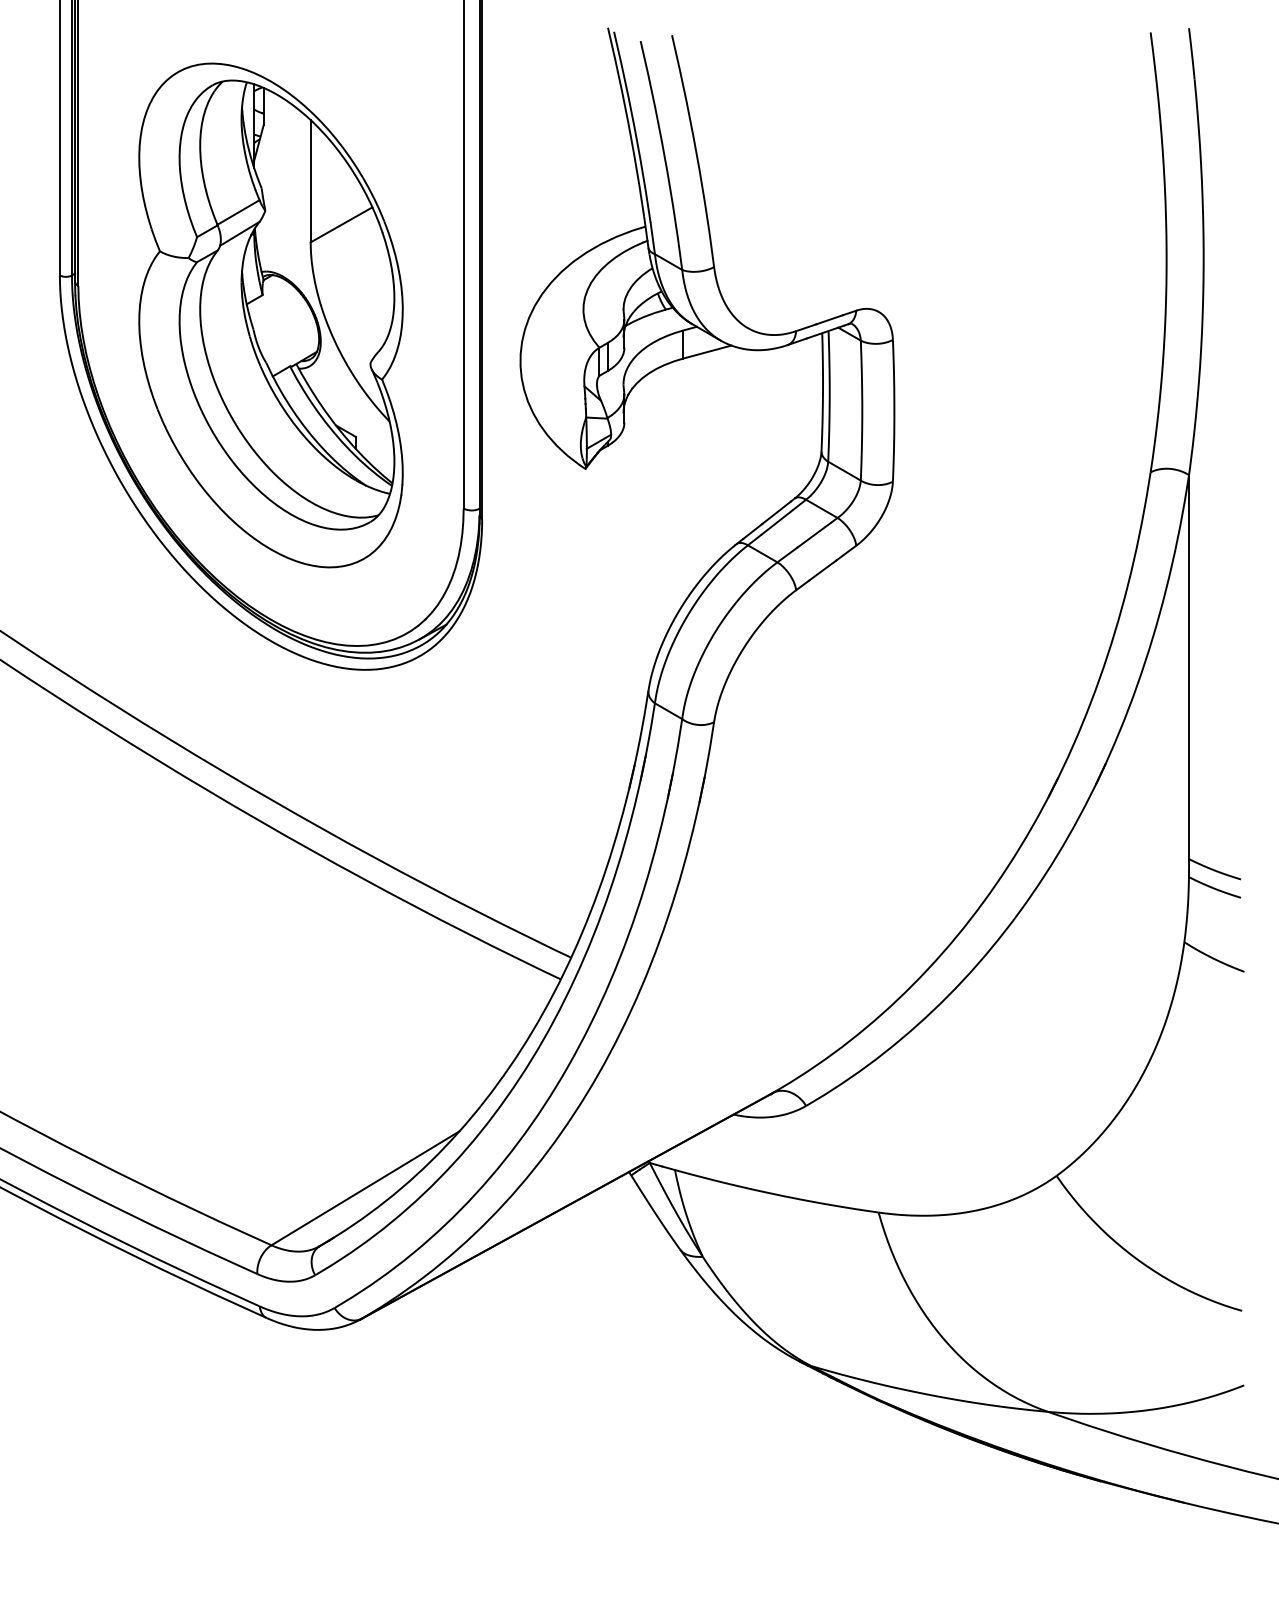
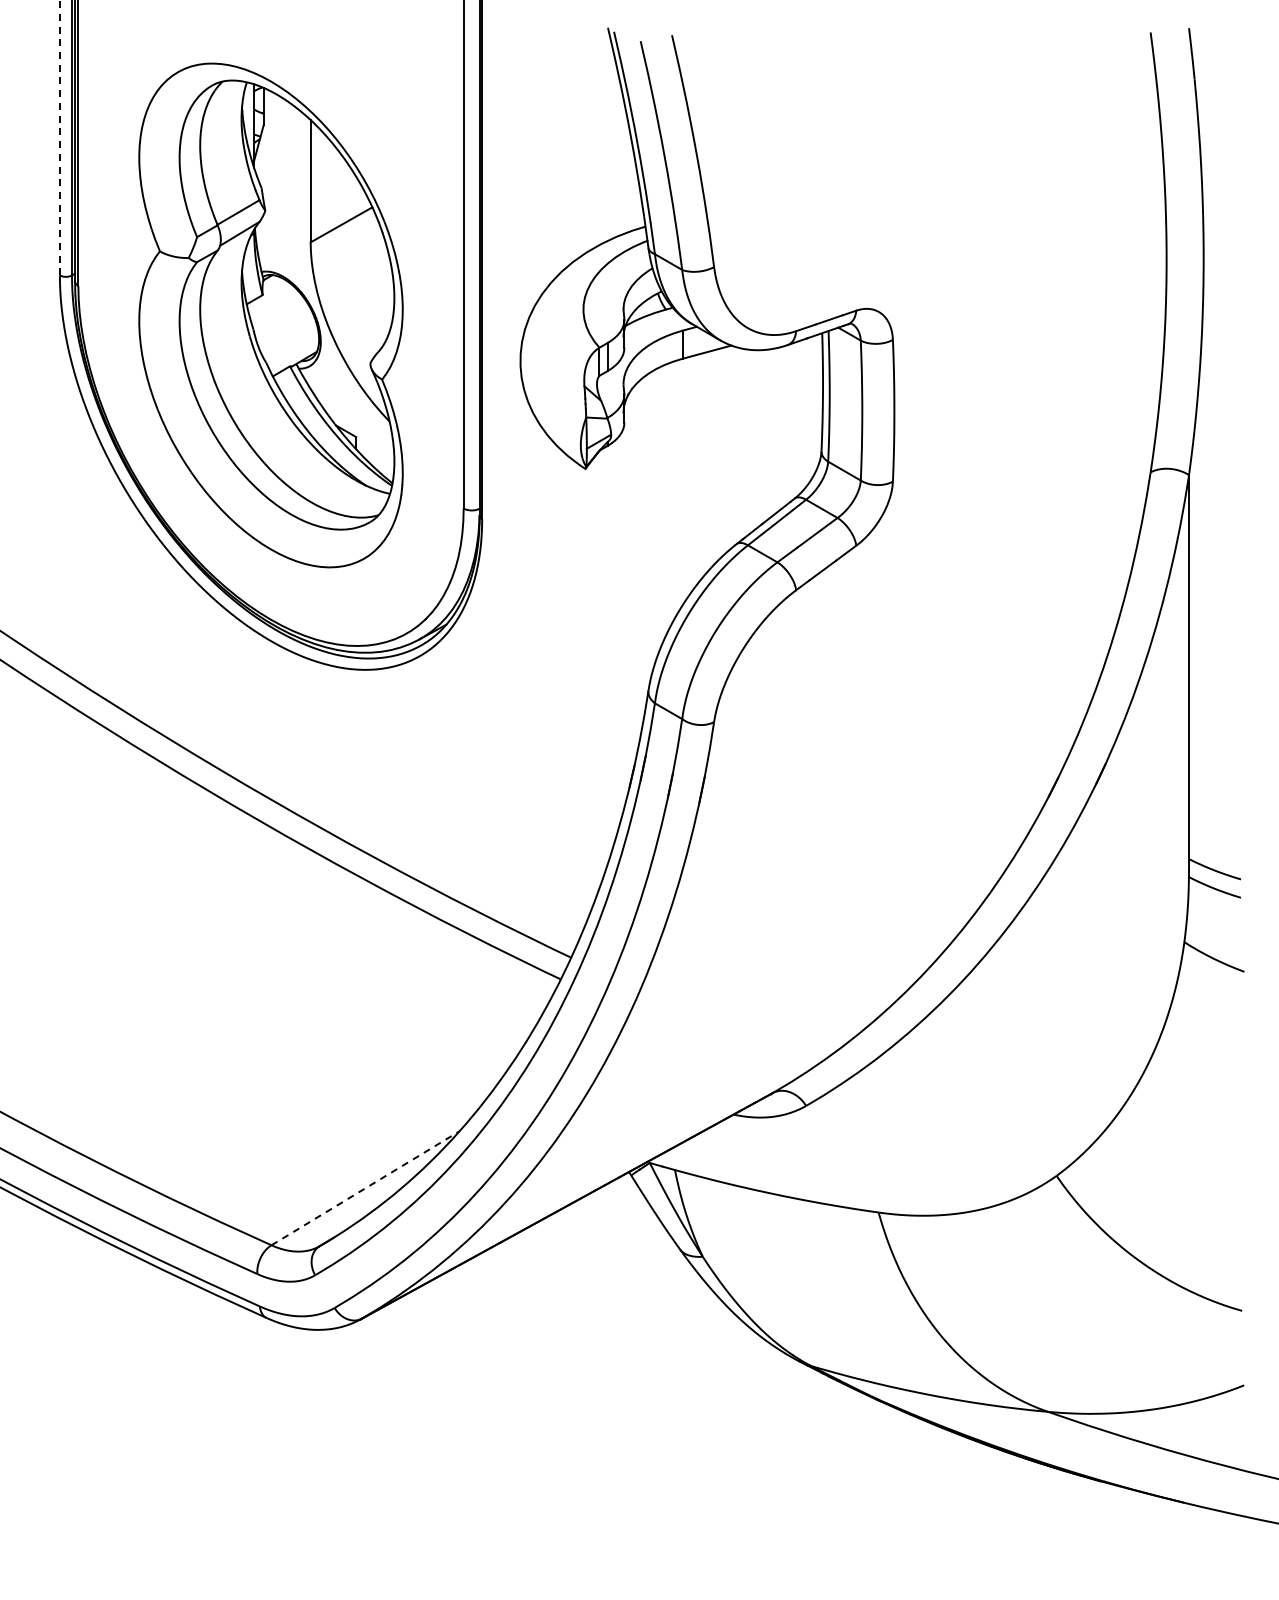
line at (59, 137): solid -> dashed
line at (365, 1188): solid -> dashed
